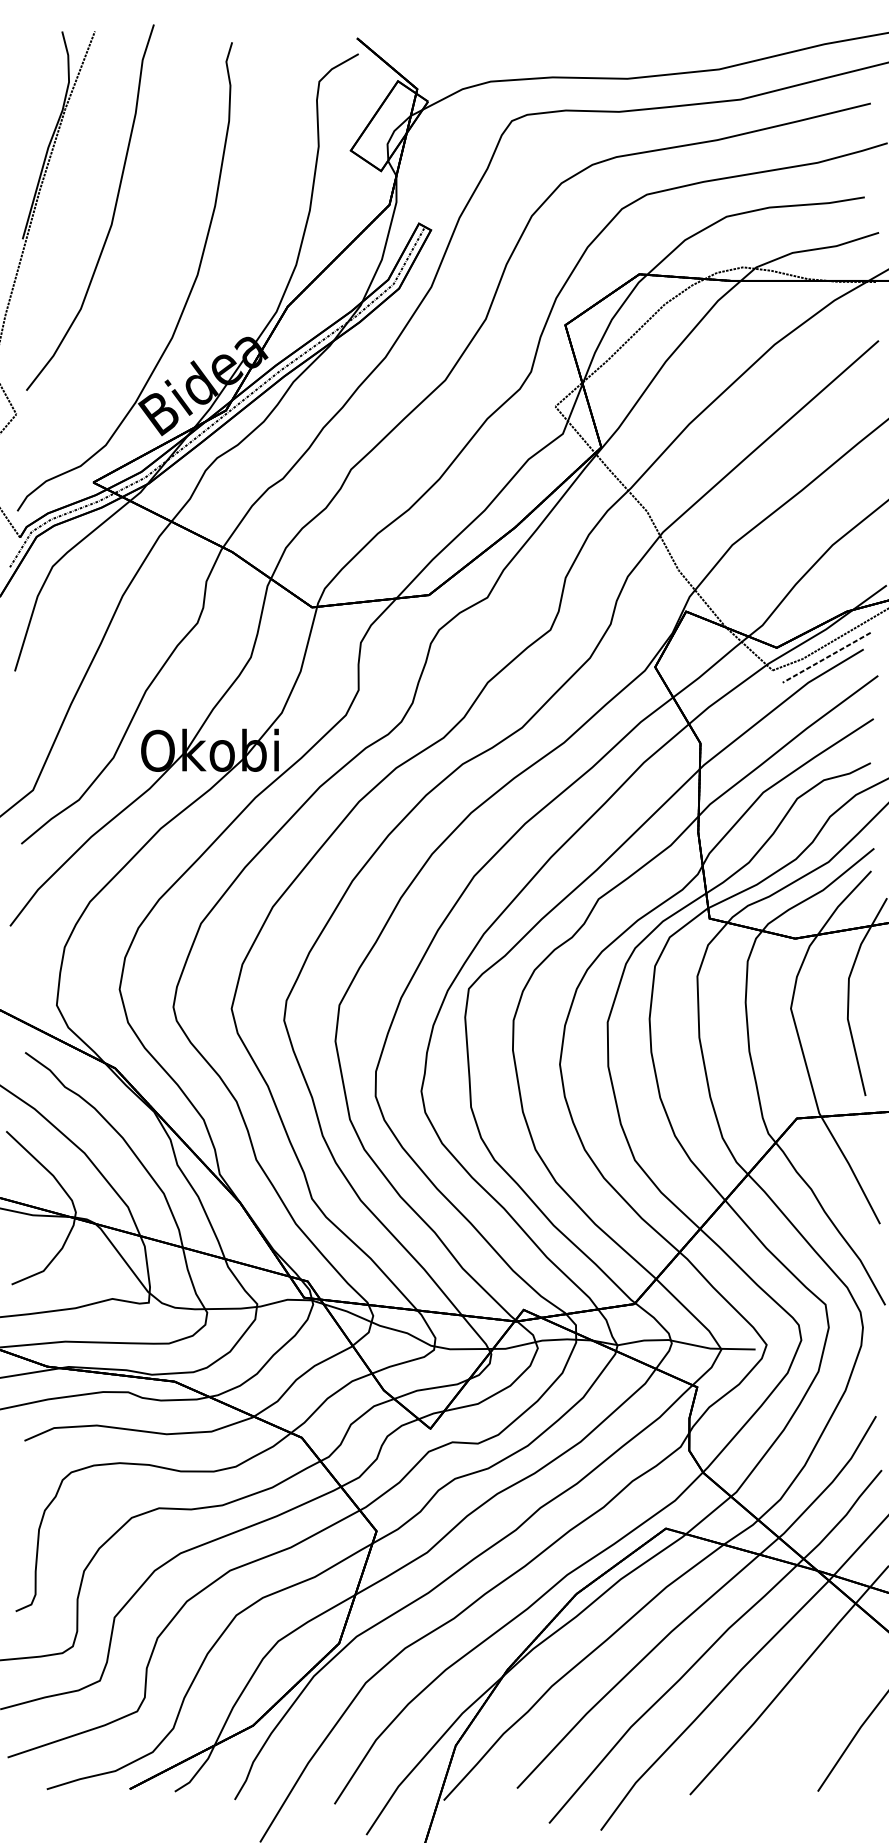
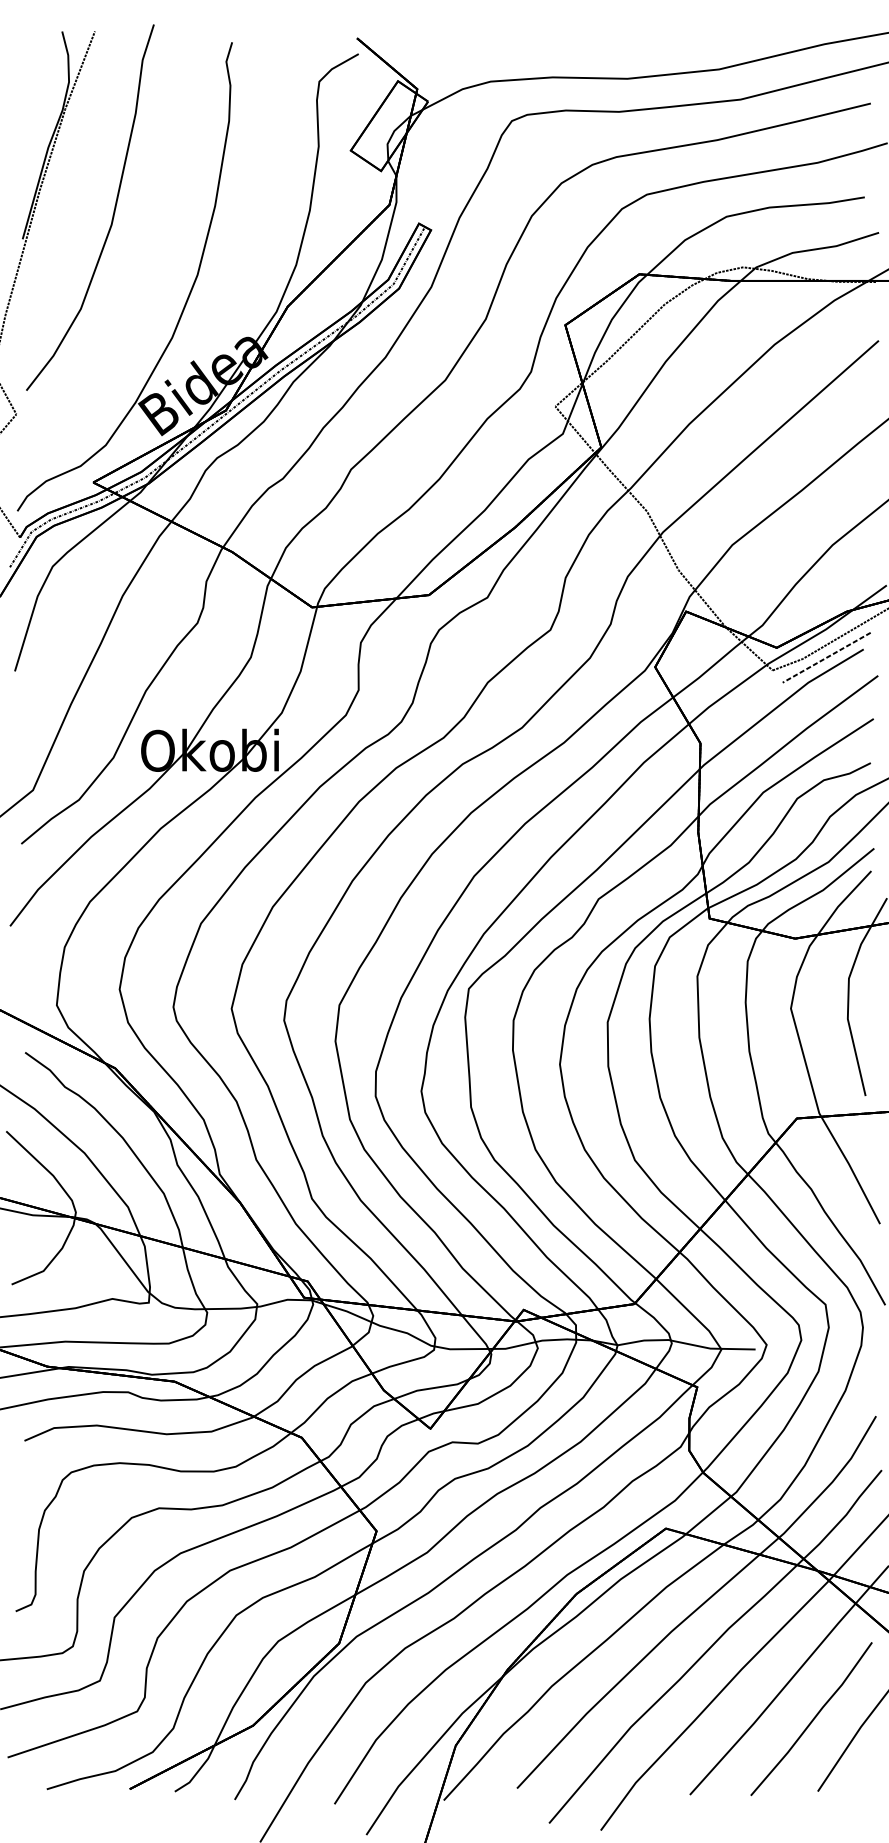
part at (811, 1719): none -> present
